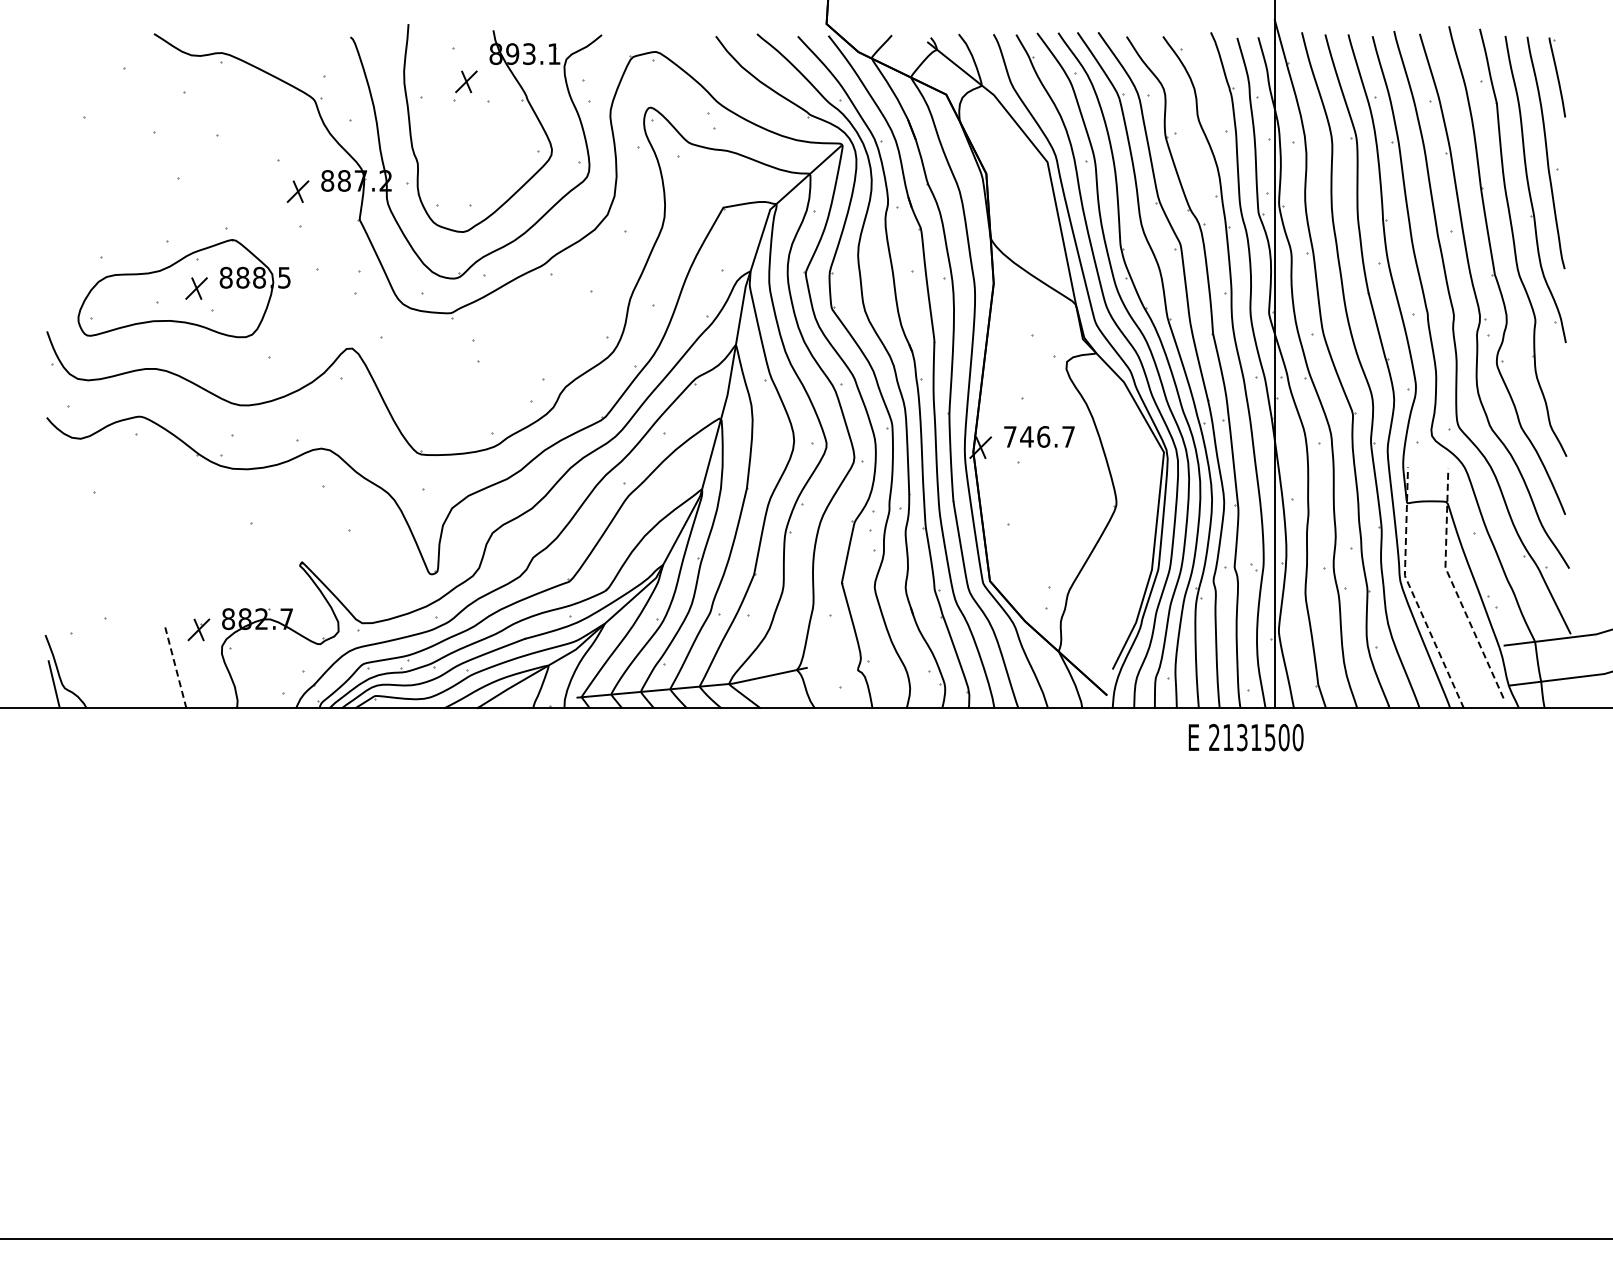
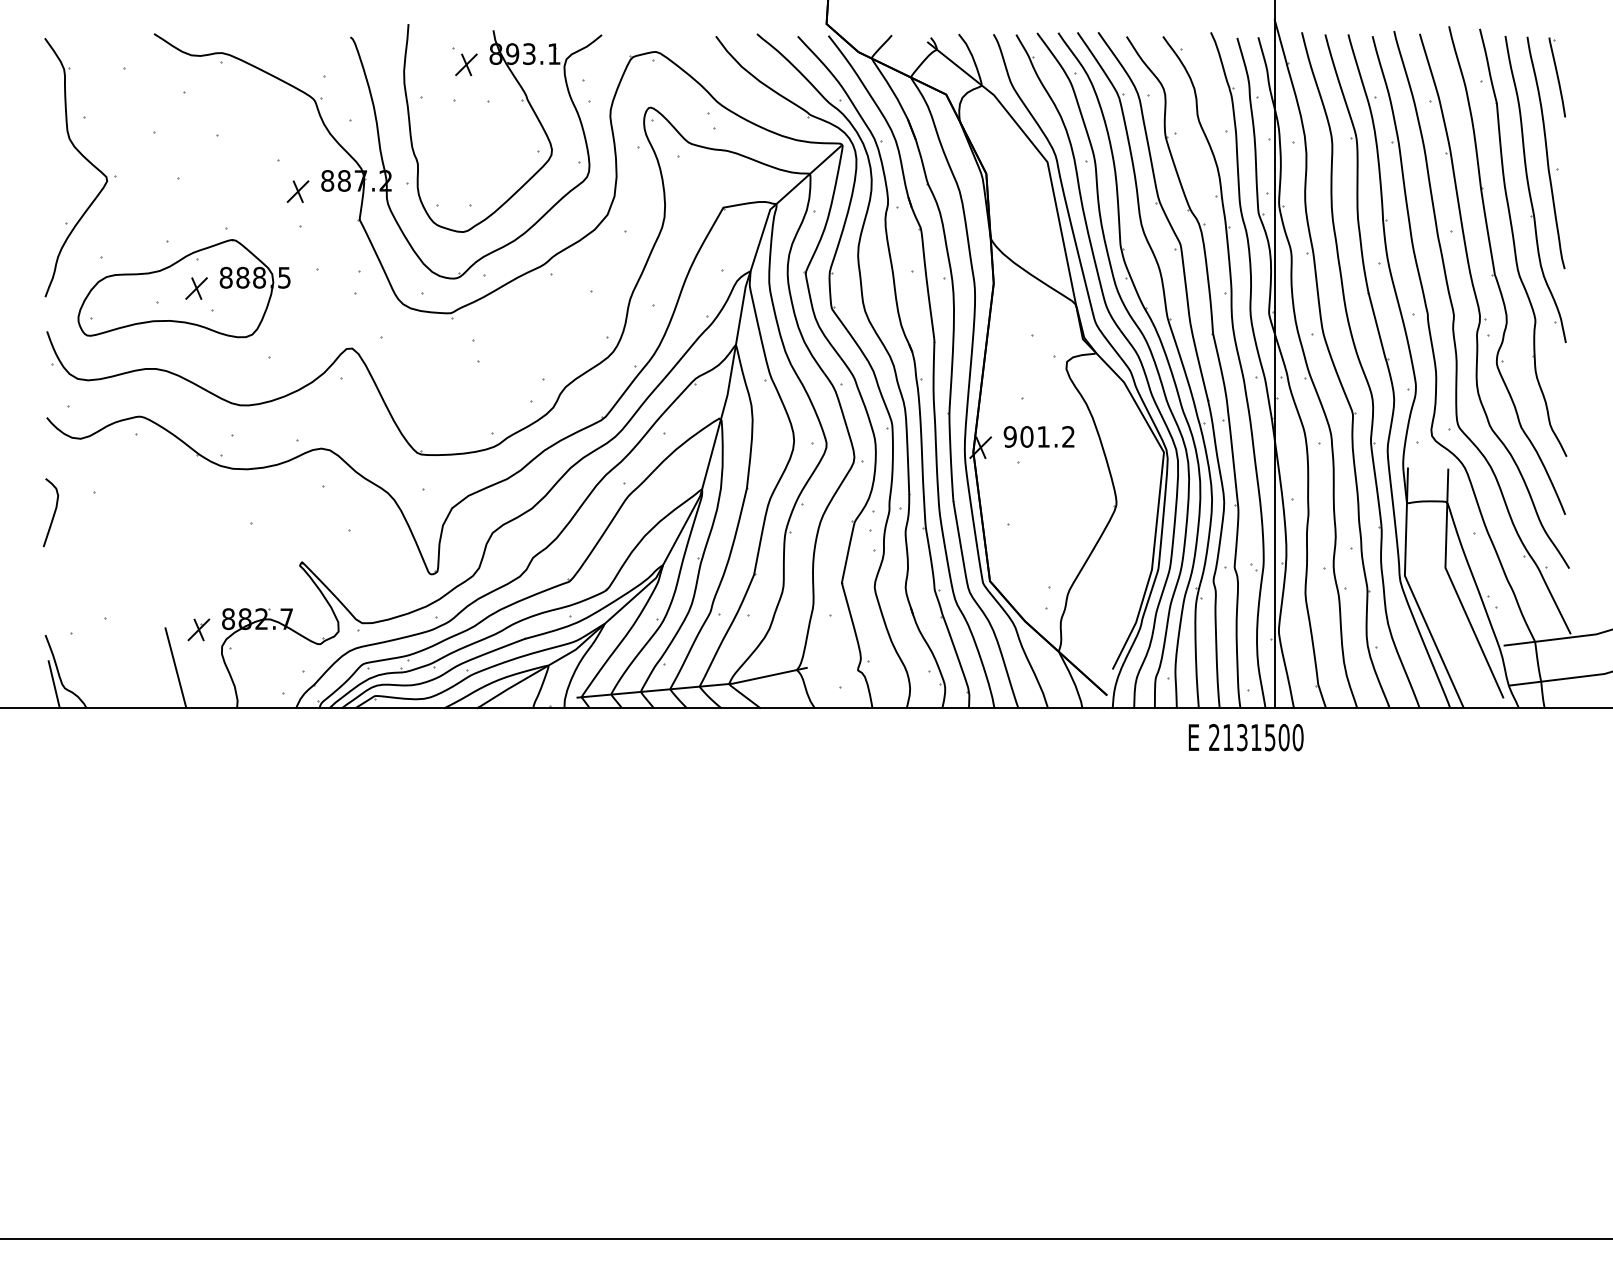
part at (466, 81) position: (466, 81) -> (466, 64)
part at (86, 160): none -> present
text at (1038, 436): 746.7 -> 901.2
curve at (53, 512): none -> present
line at (1453, 586): dashed -> solid
line at (1412, 592): dashed -> solid
line at (175, 667): dashed -> solid
